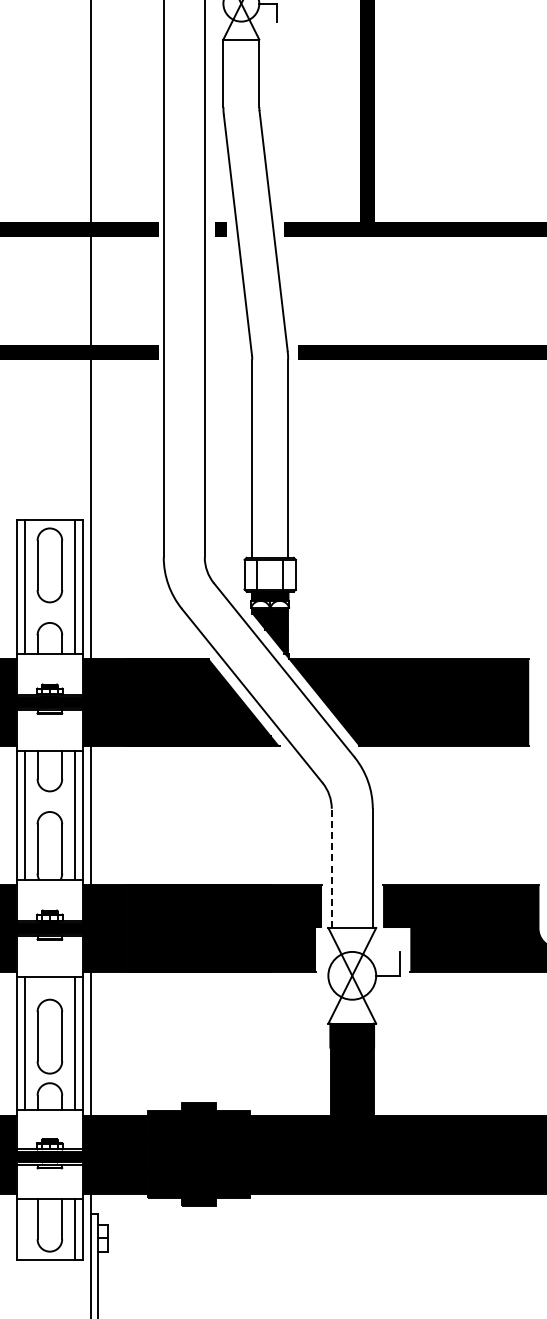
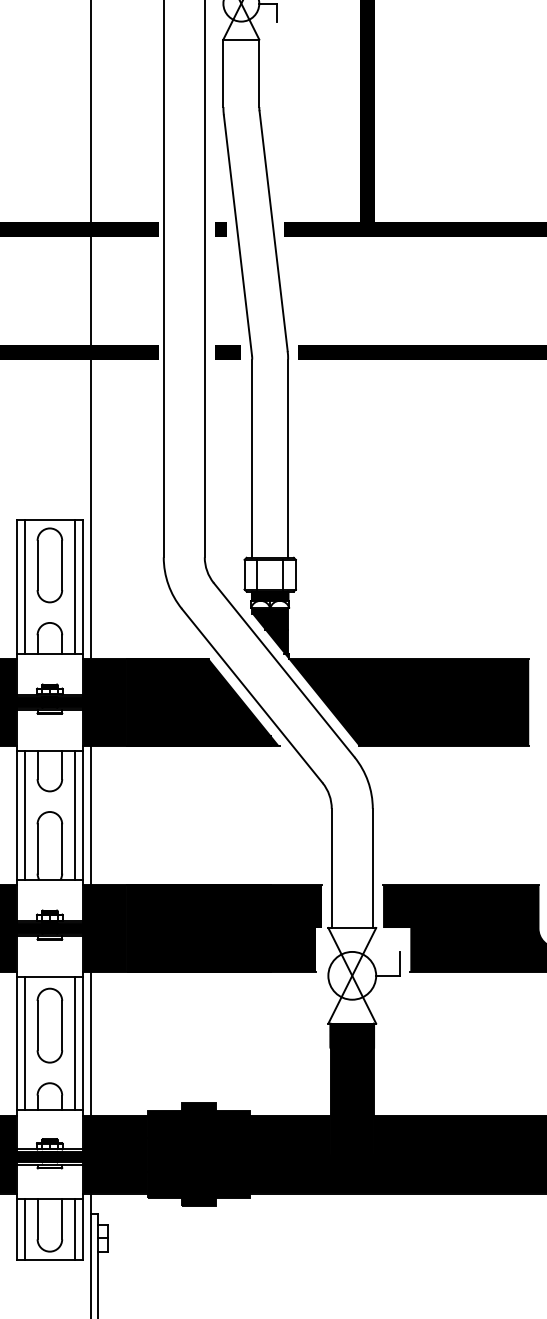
line at (227, 352): none -> present
line at (331, 868): dashed -> solid
part at (49, 1036) position: (49, 1036) -> (49, 1025)
line at (24, 1228): none -> present
